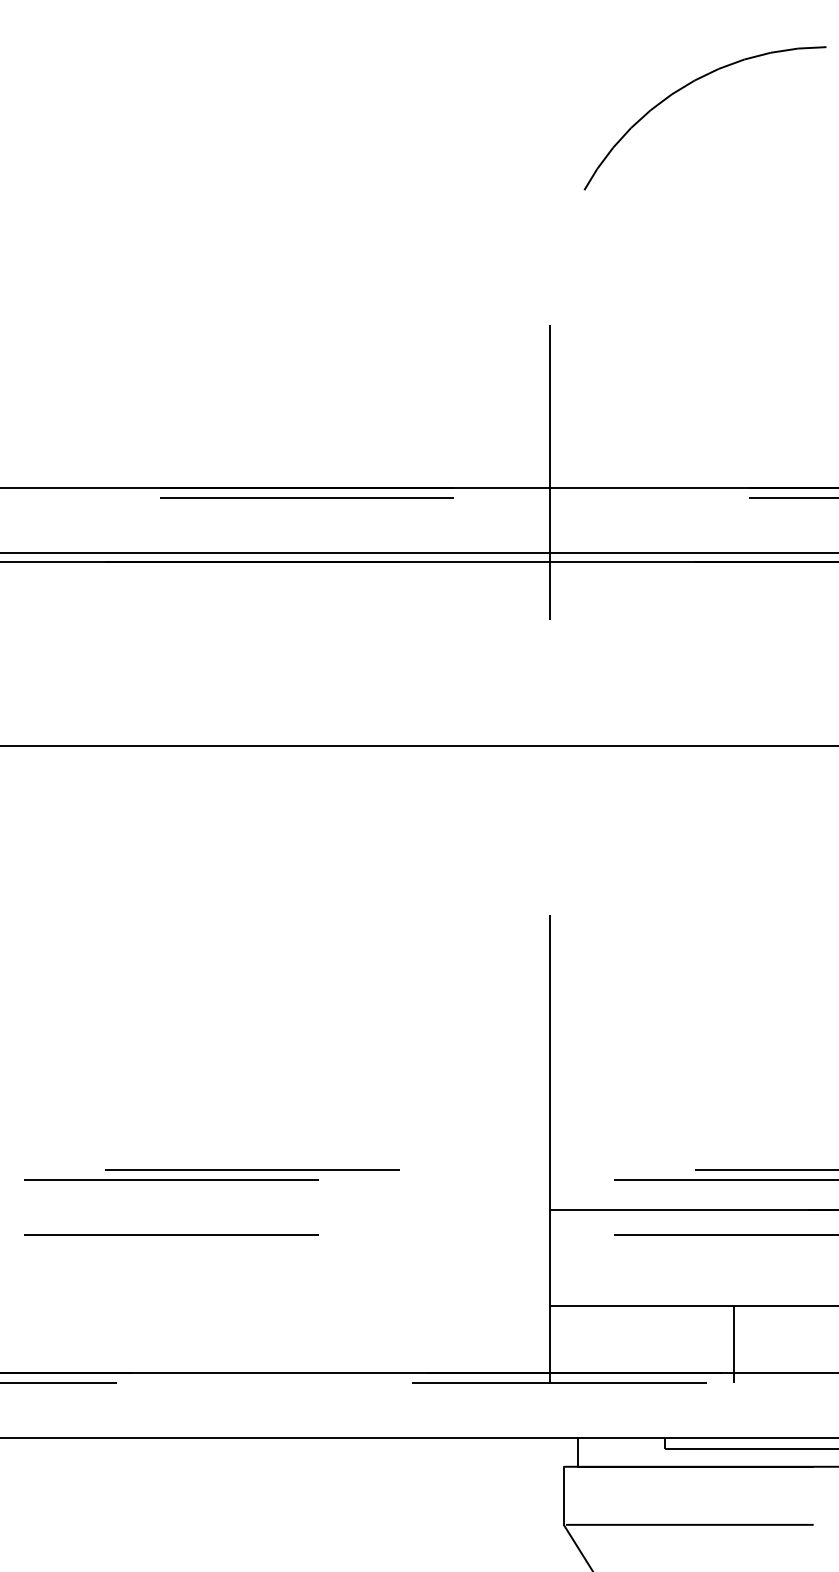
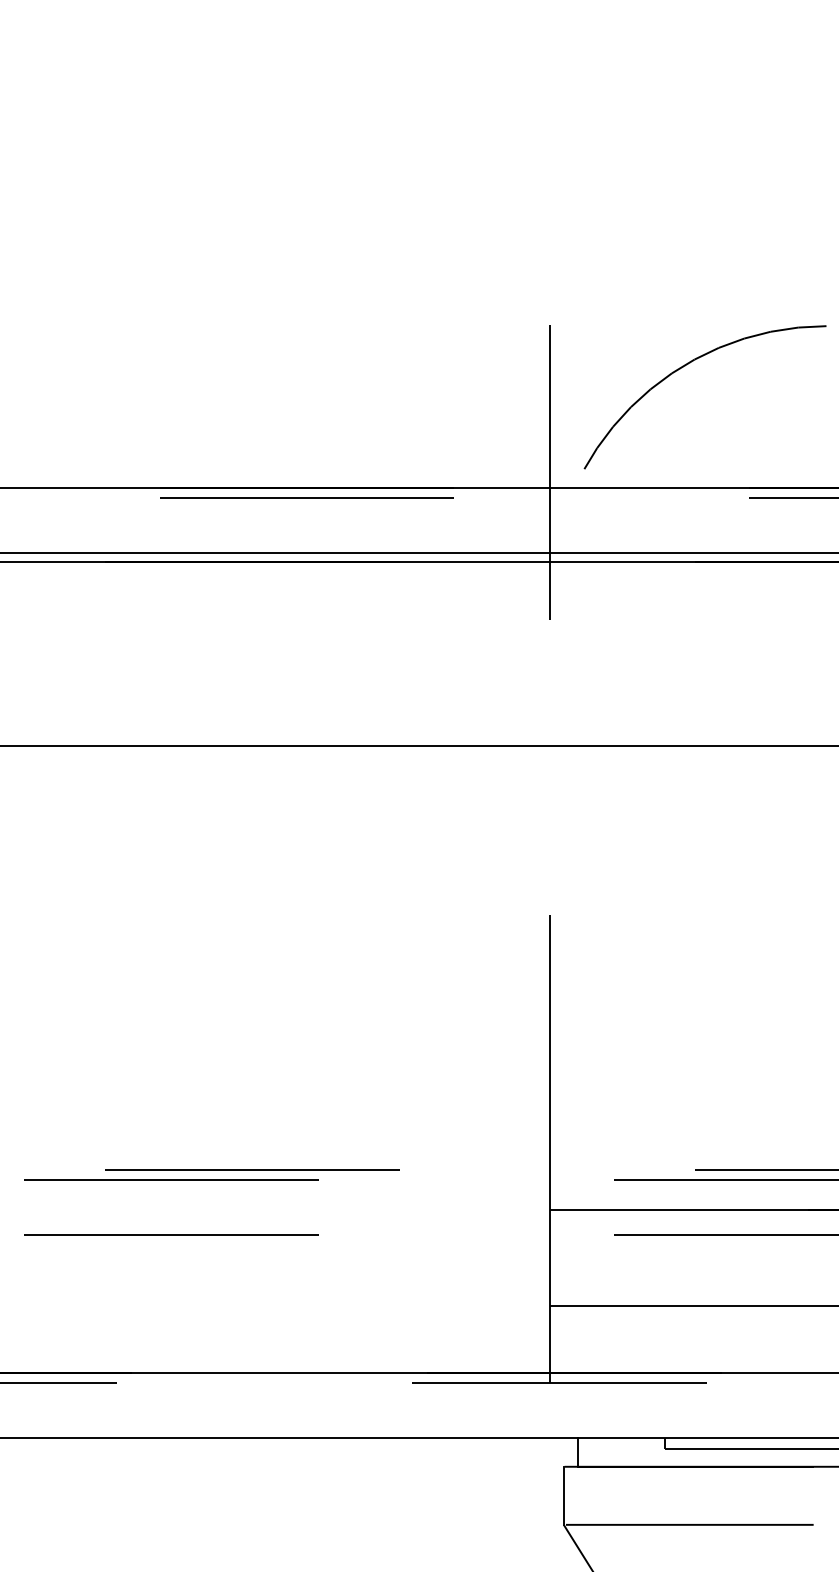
arc at (685, 87) position: (685, 87) -> (685, 366)
line at (734, 1344): present -> none
